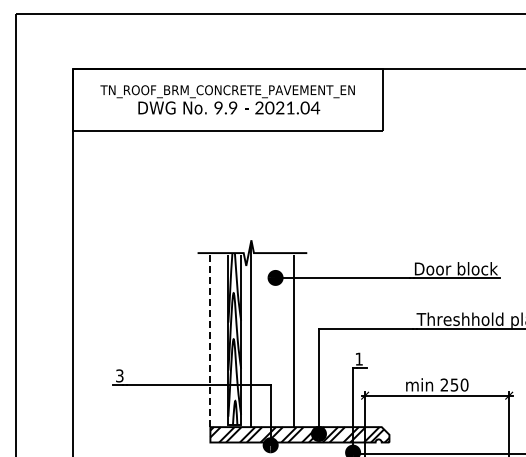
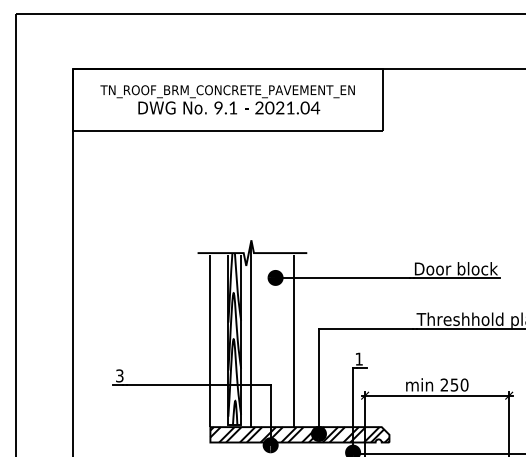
text at (233, 107): 9.9 -> 9.1
line at (210, 341): dashed -> solid
